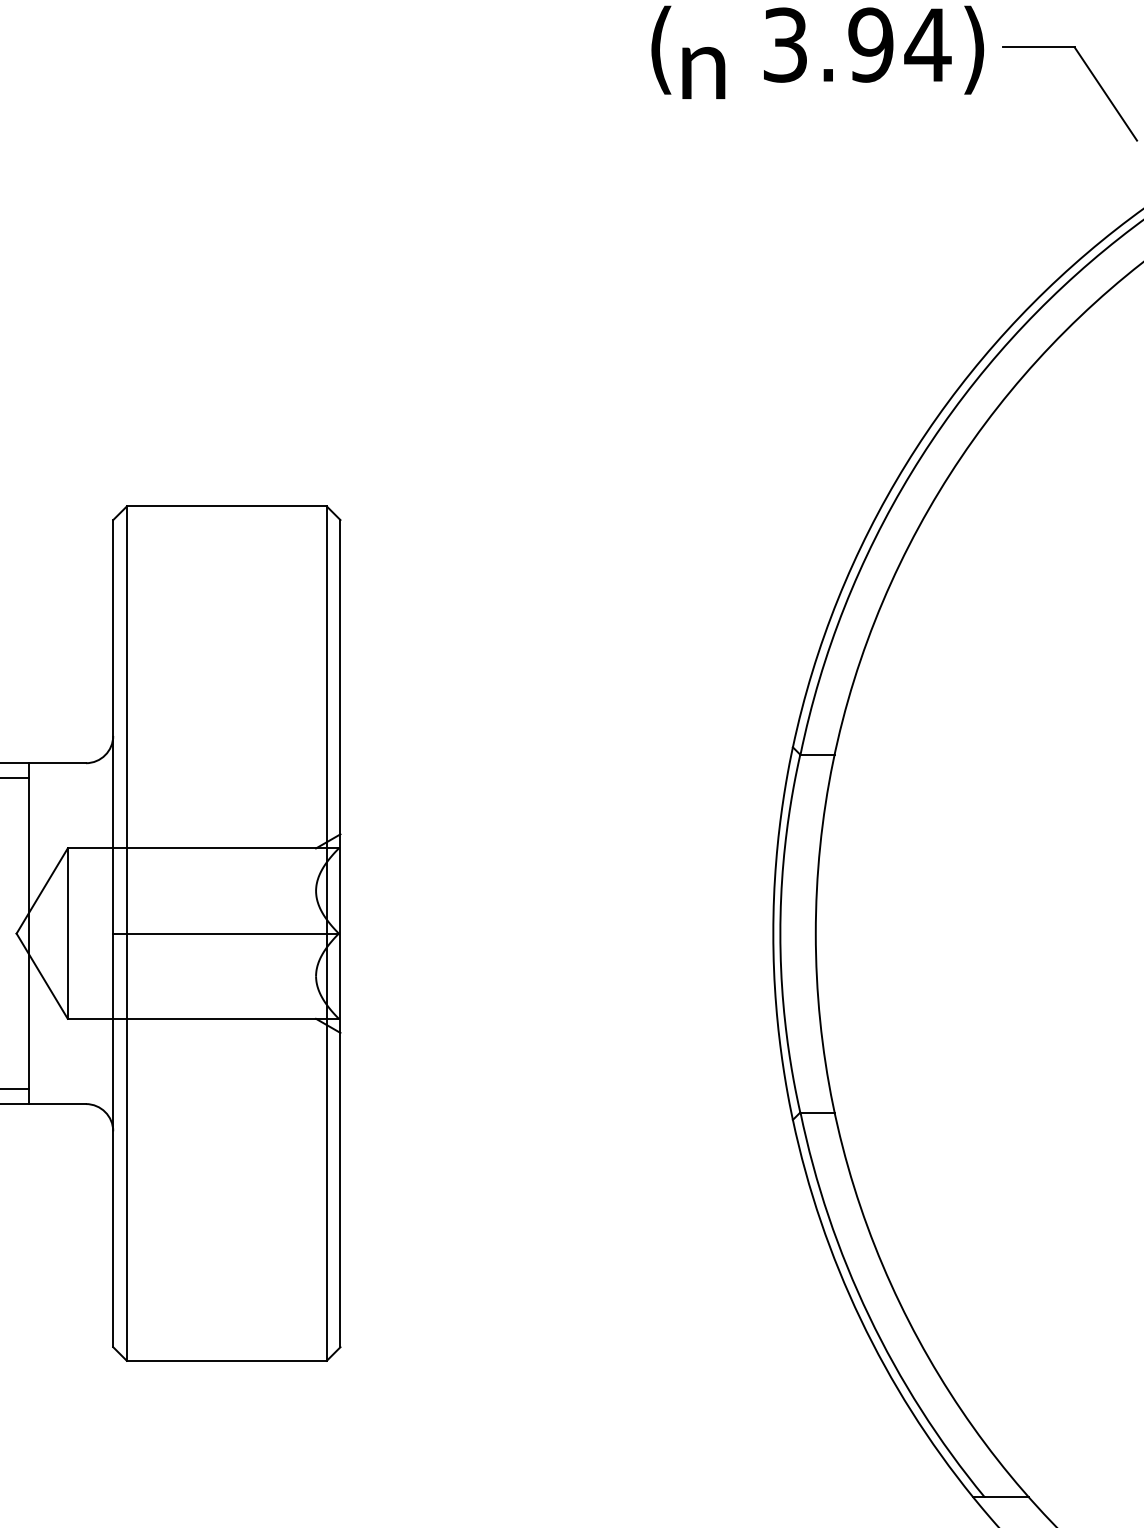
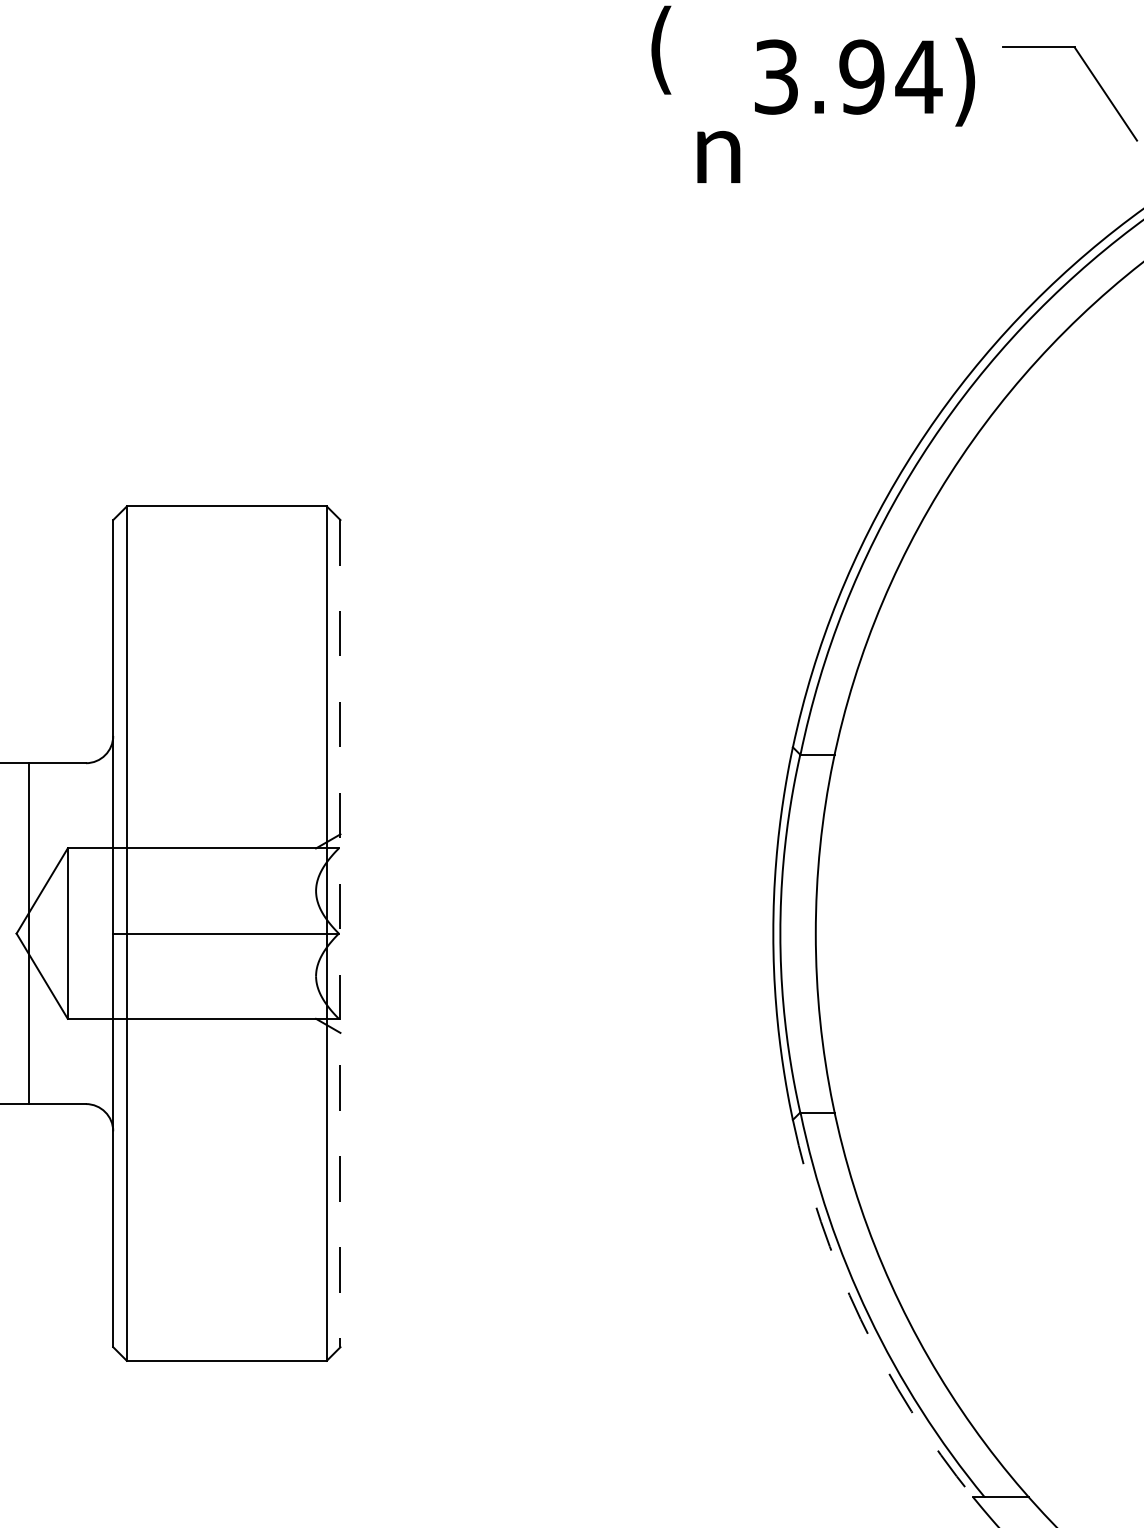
text at (874, 49) position: (874, 49) -> (865, 81)
text at (703, 72) position: (703, 72) -> (718, 156)
line at (15, 777): present -> none
line at (340, 933): solid -> dashed
line at (15, 1089): present -> none
arc at (860, 1319): solid -> dashed
